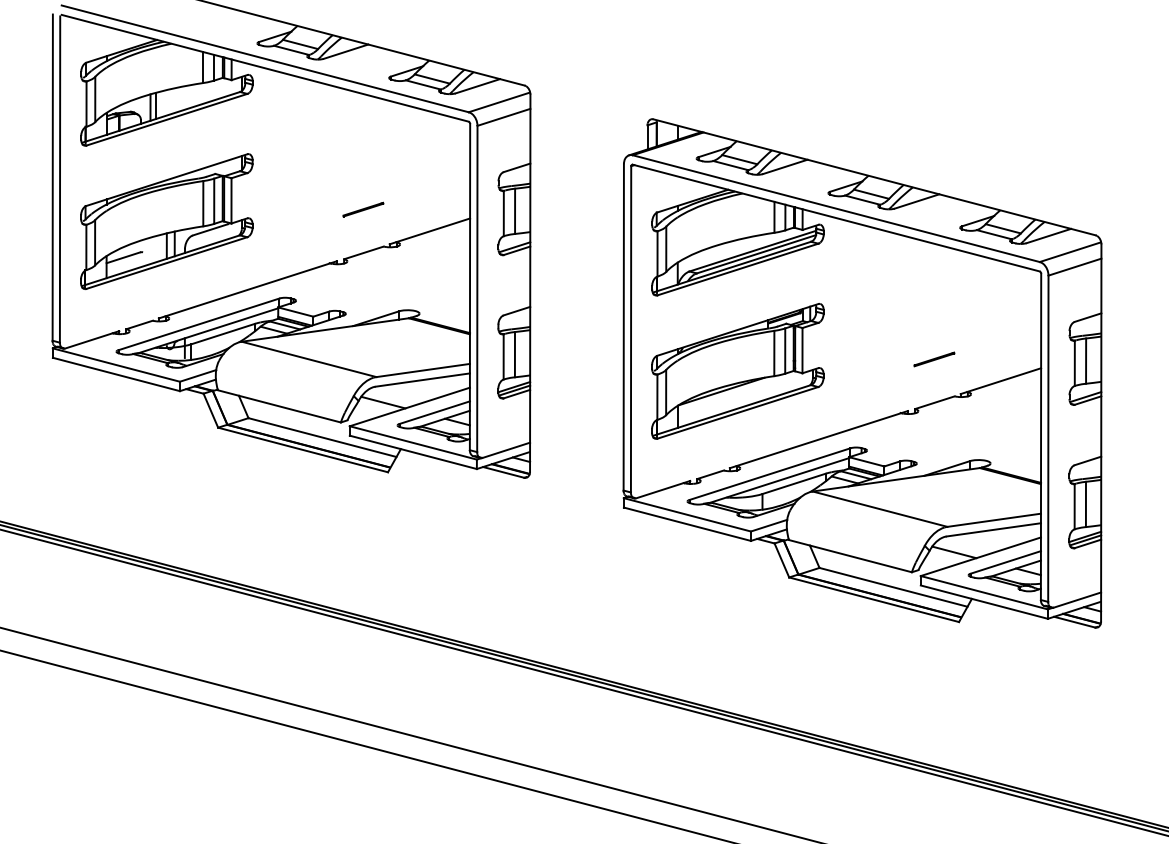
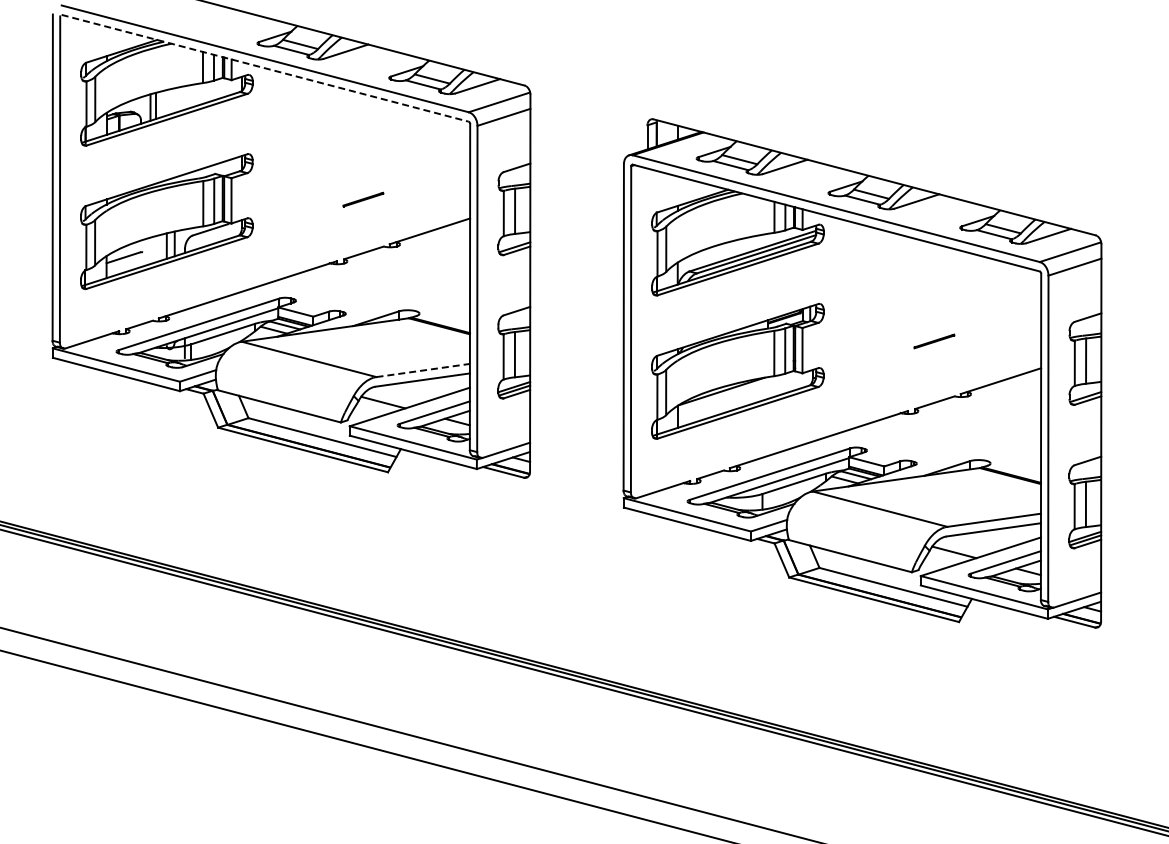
line at (265, 68): solid -> dashed
line at (363, 209) position: (363, 209) -> (363, 199)
line at (934, 359) position: (934, 359) -> (934, 341)
line at (423, 370): solid -> dashed
